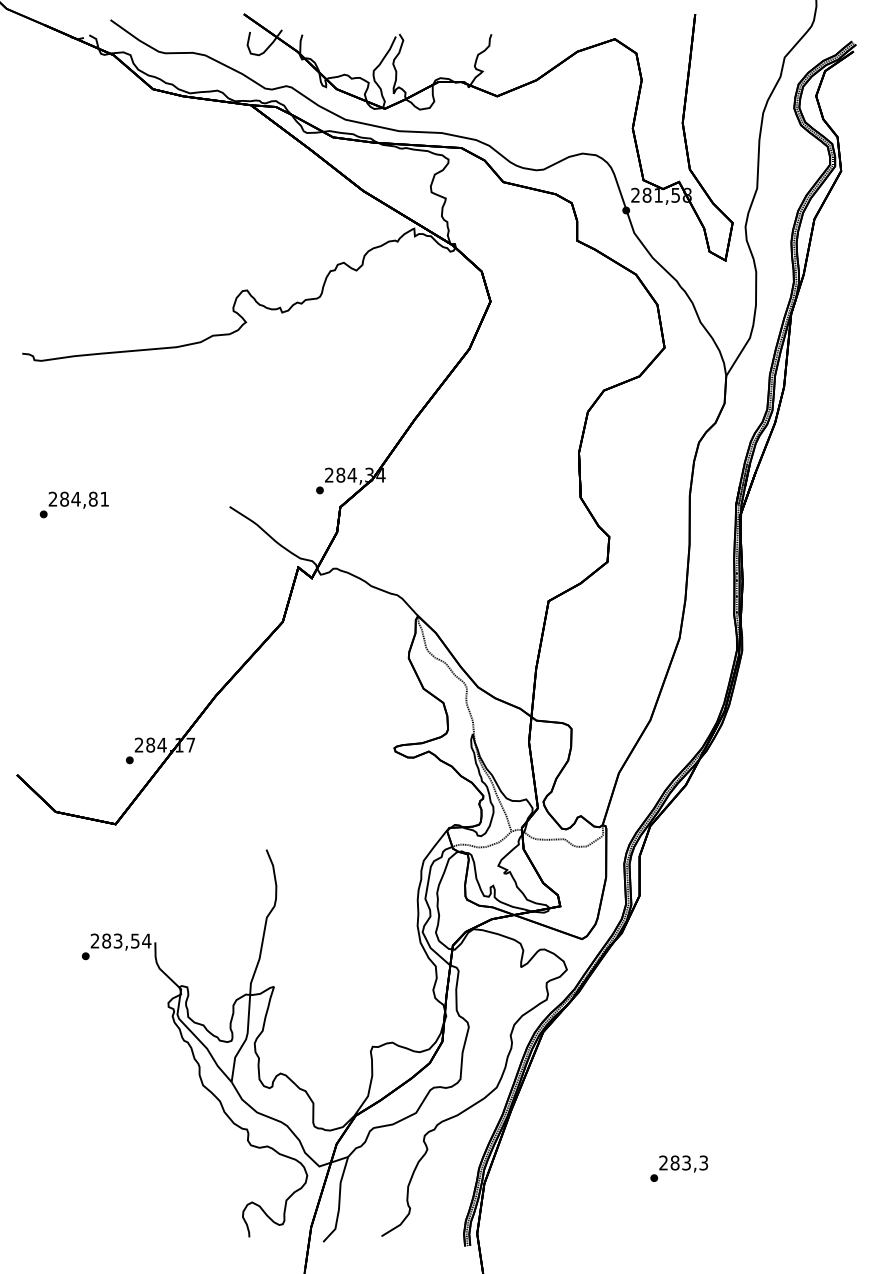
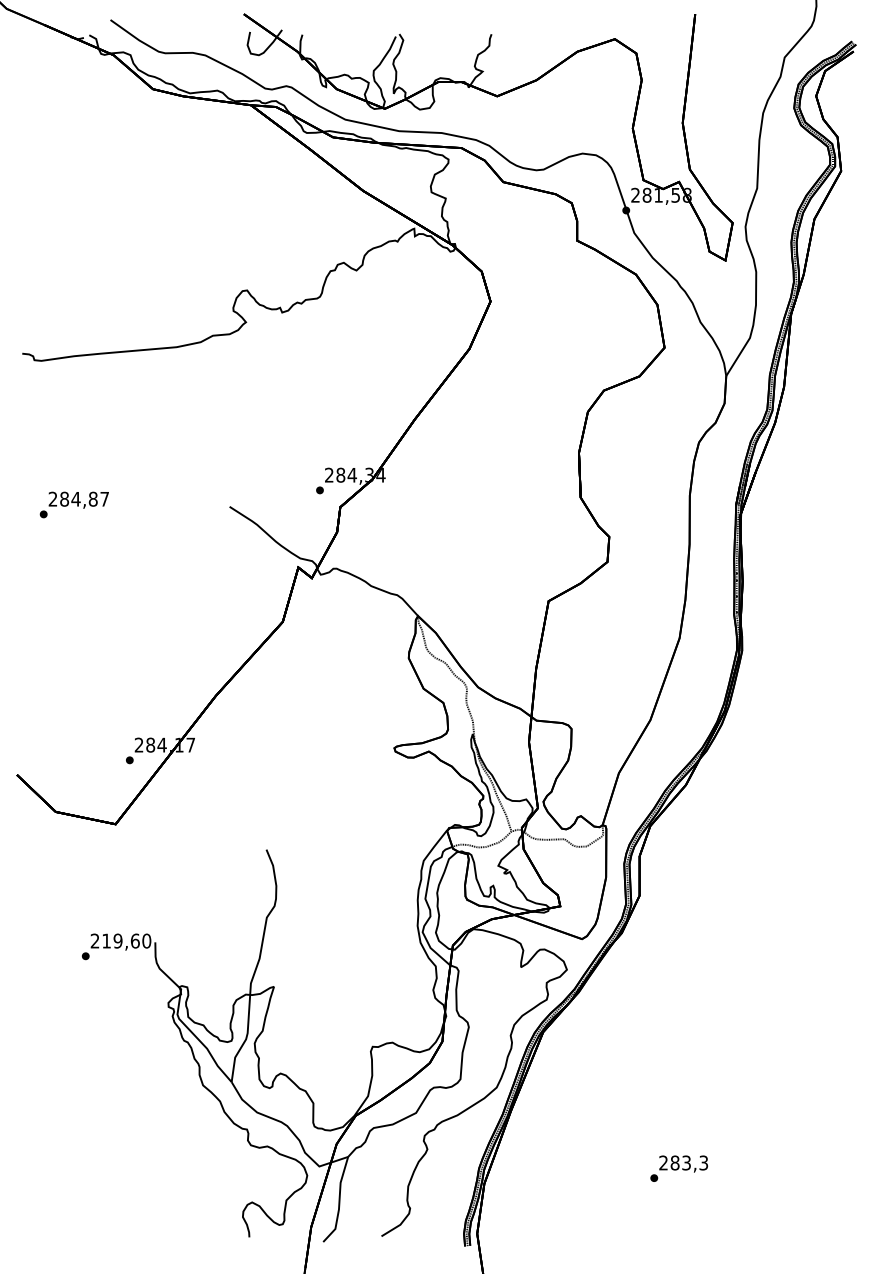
text at (104, 499): 284,81 -> 284,87
text at (126, 940): 283,54 -> 219,60
